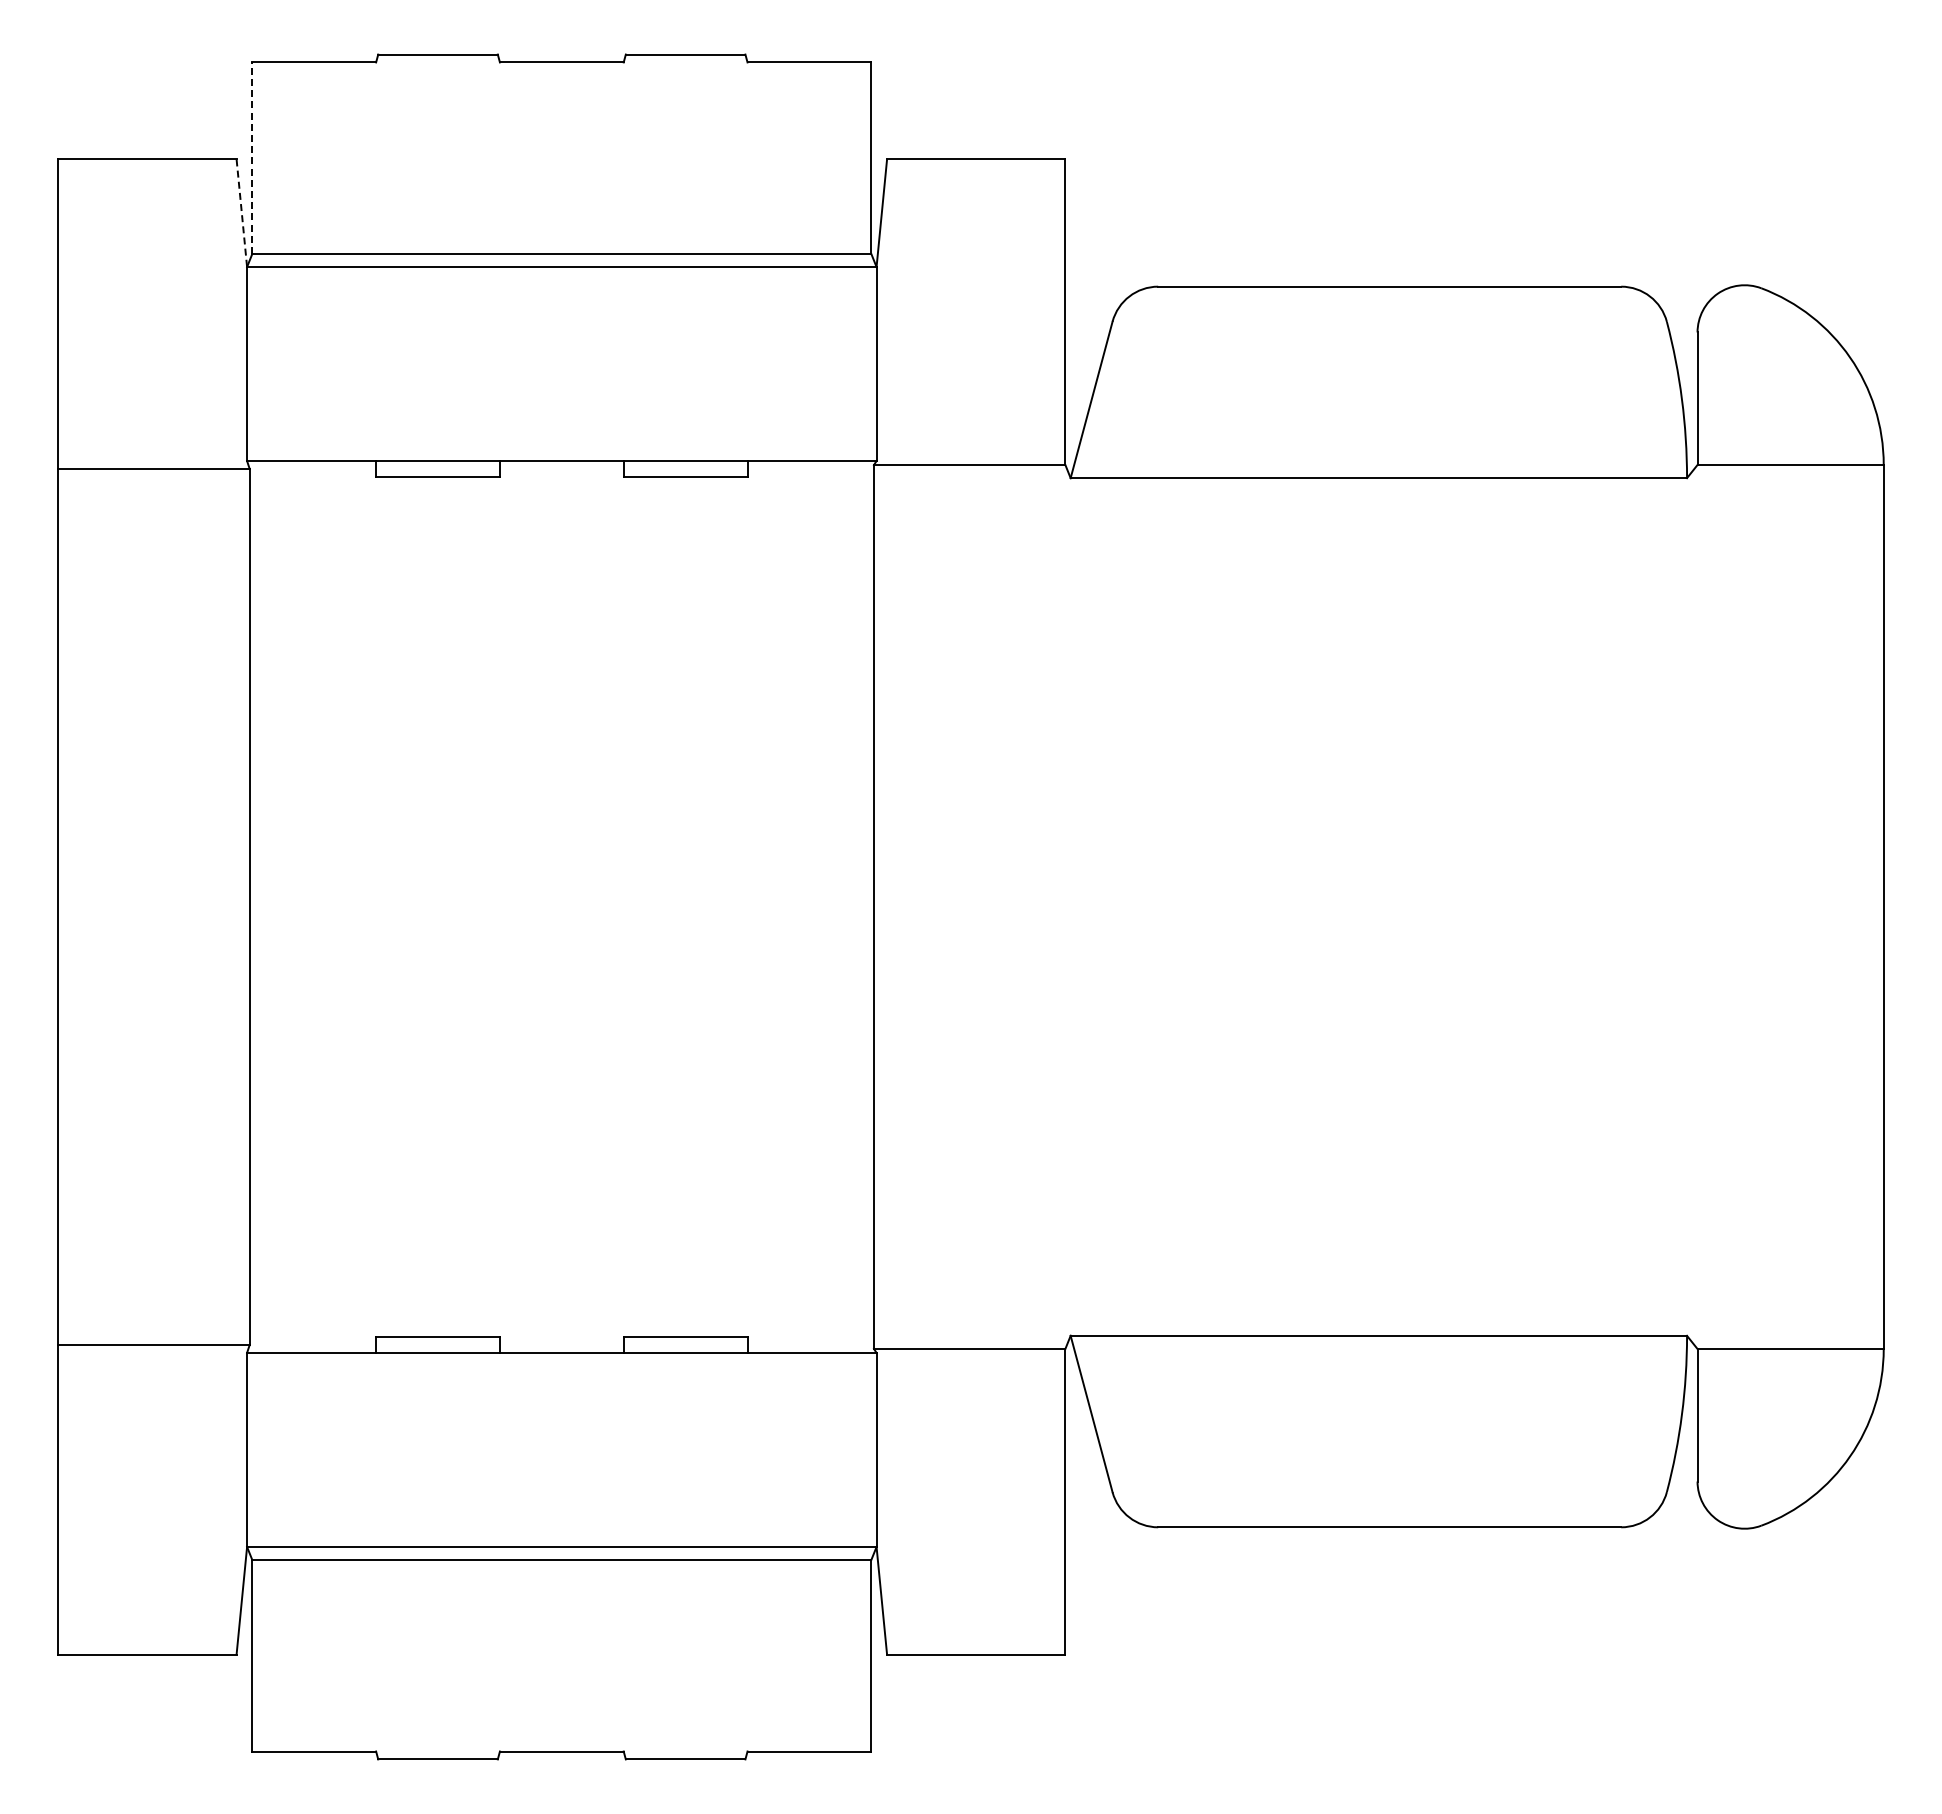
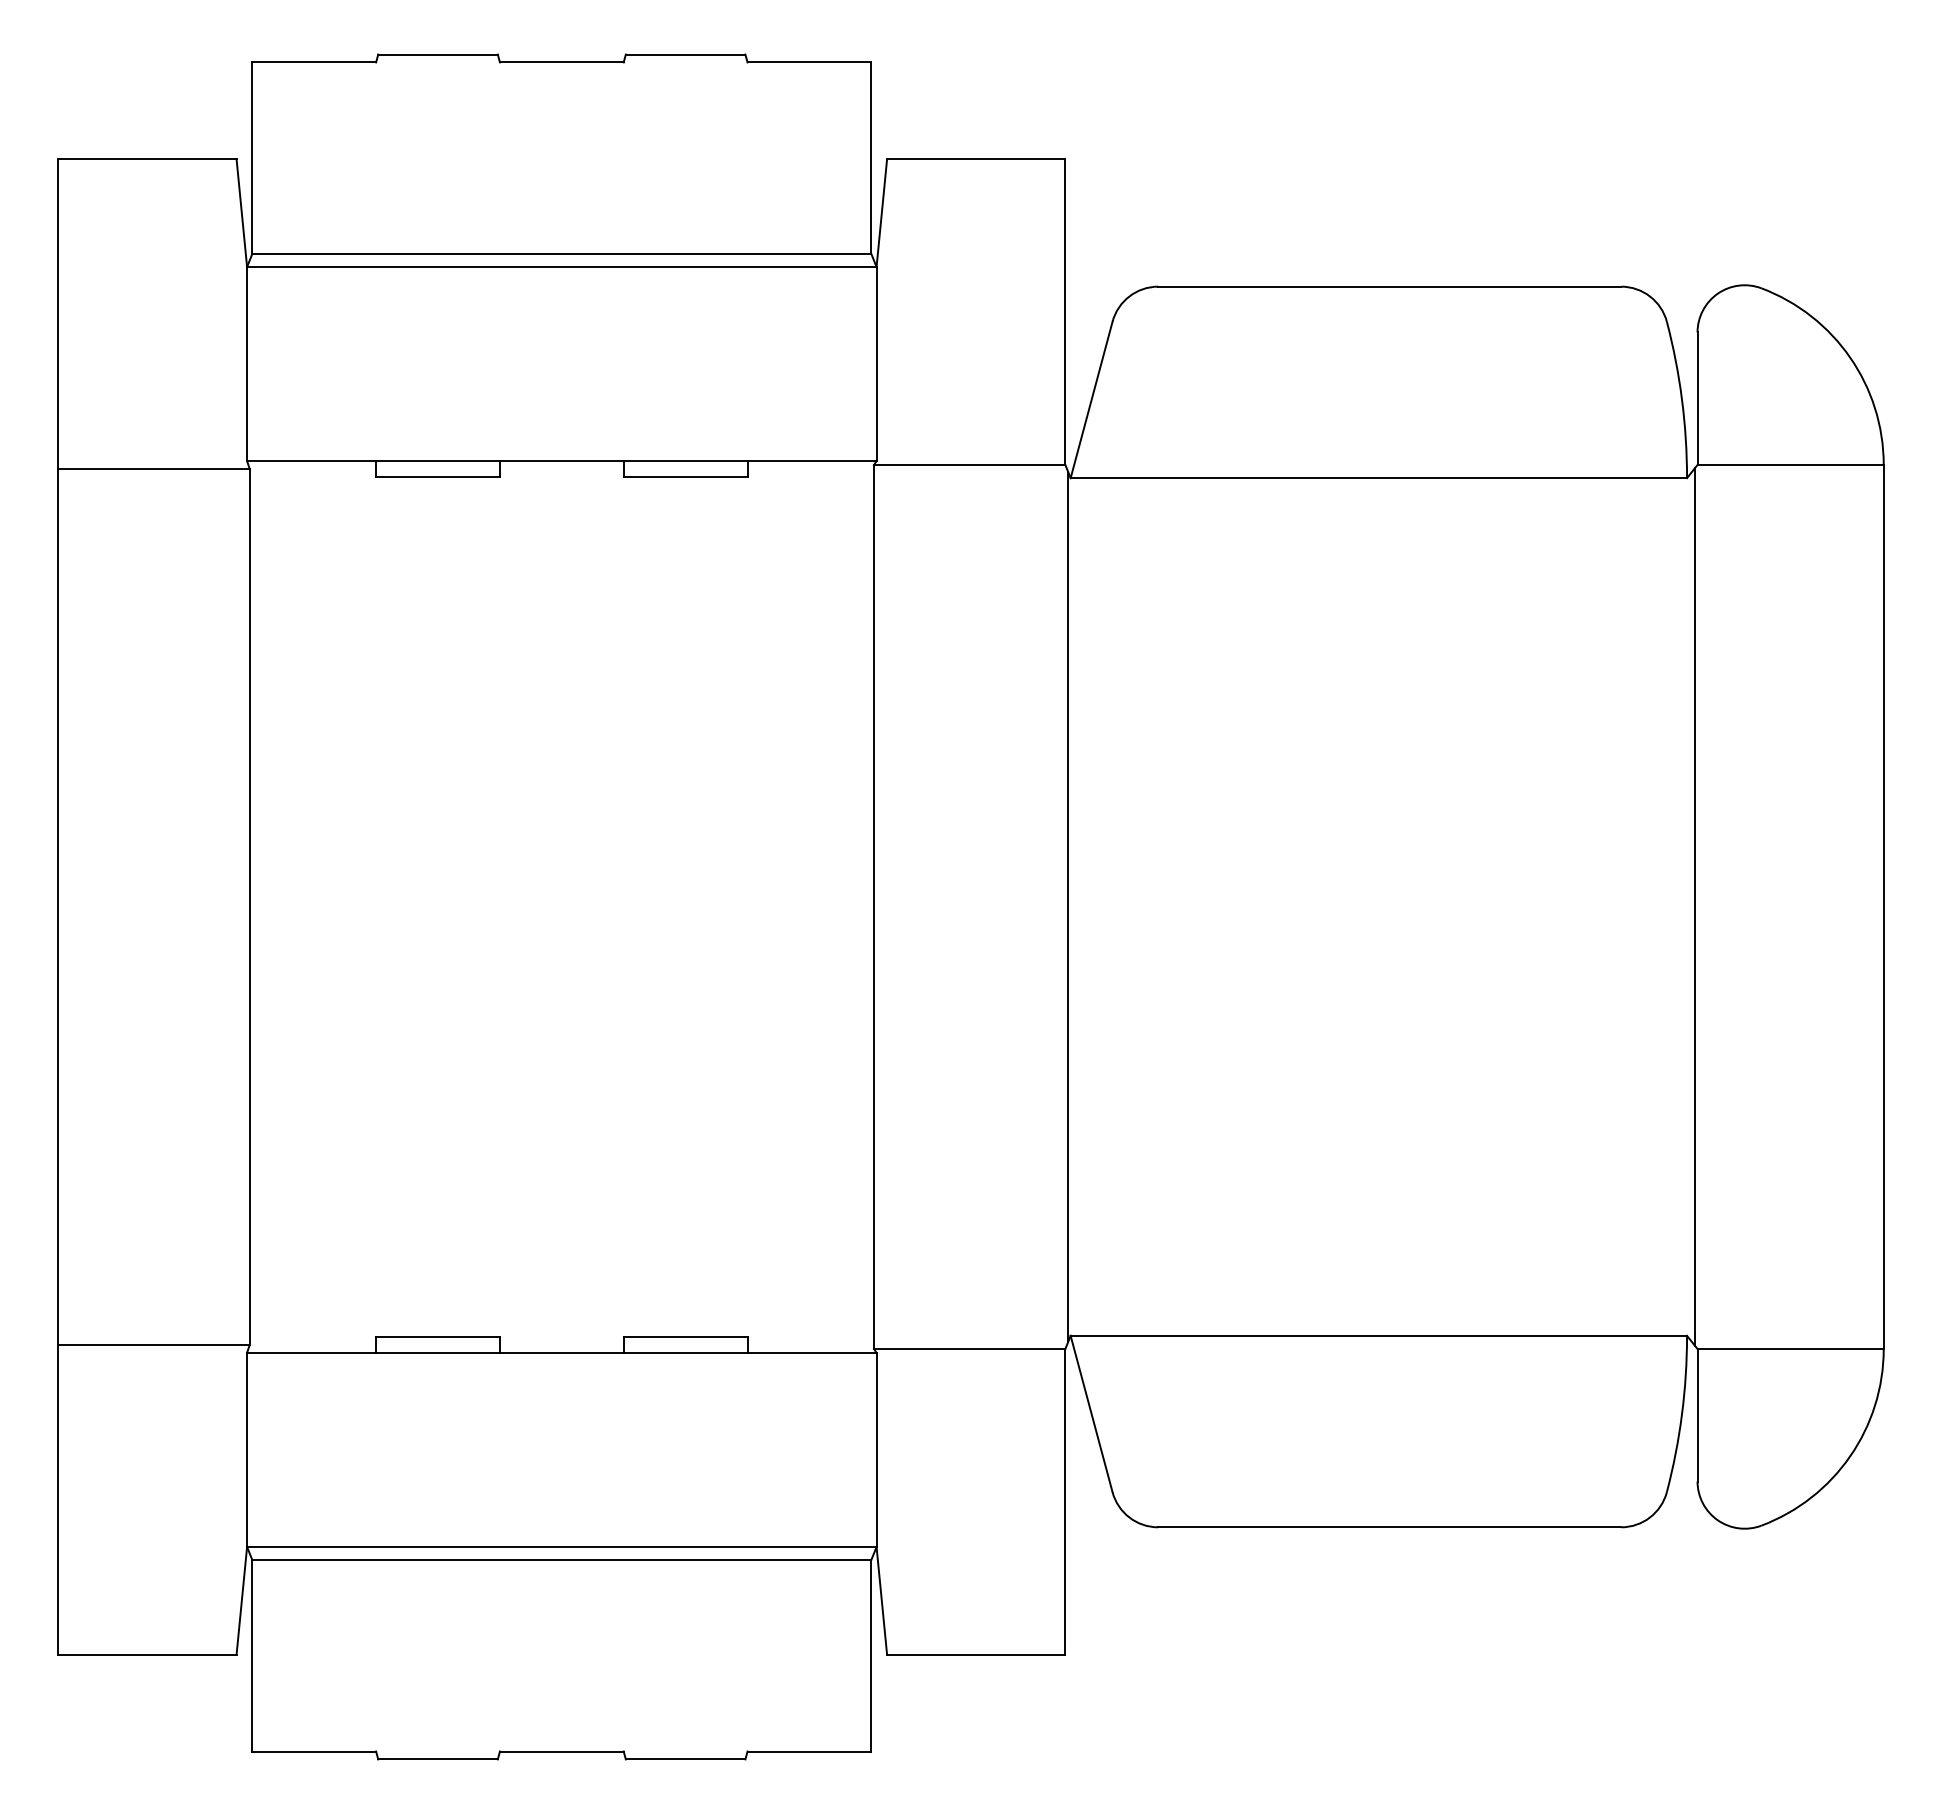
line at (252, 158): dashed -> solid
line at (241, 213): dashed -> solid
line at (1068, 906): none -> present
line at (1694, 906): none -> present
